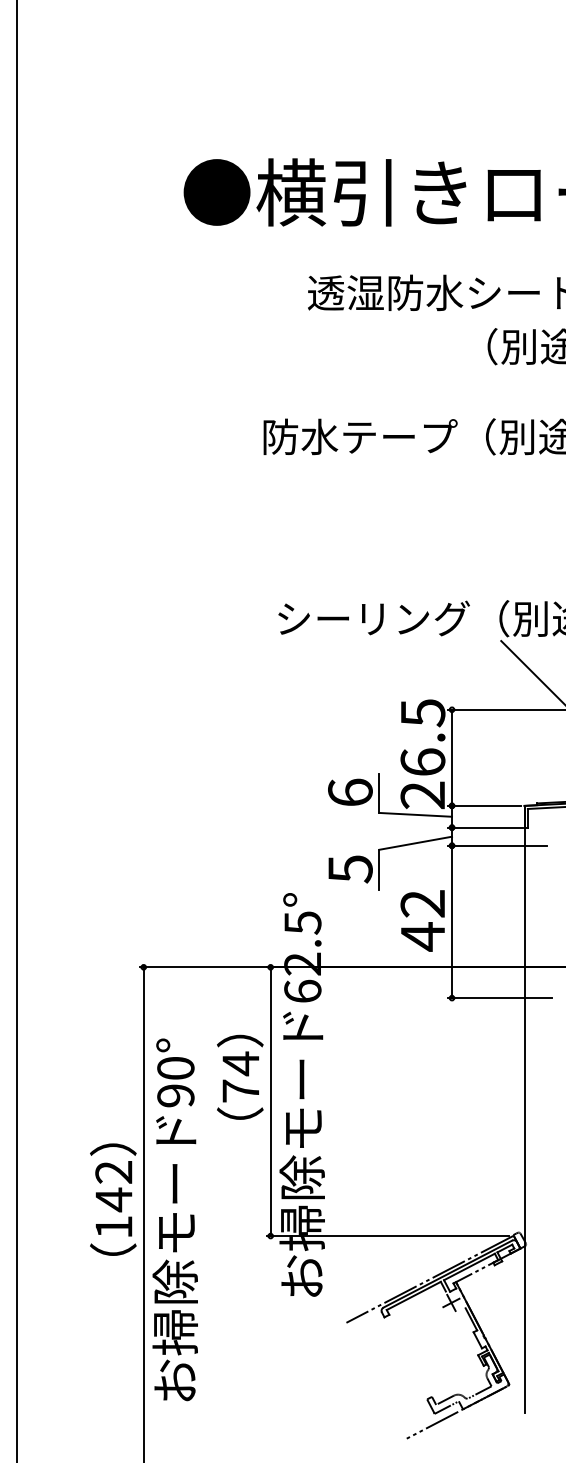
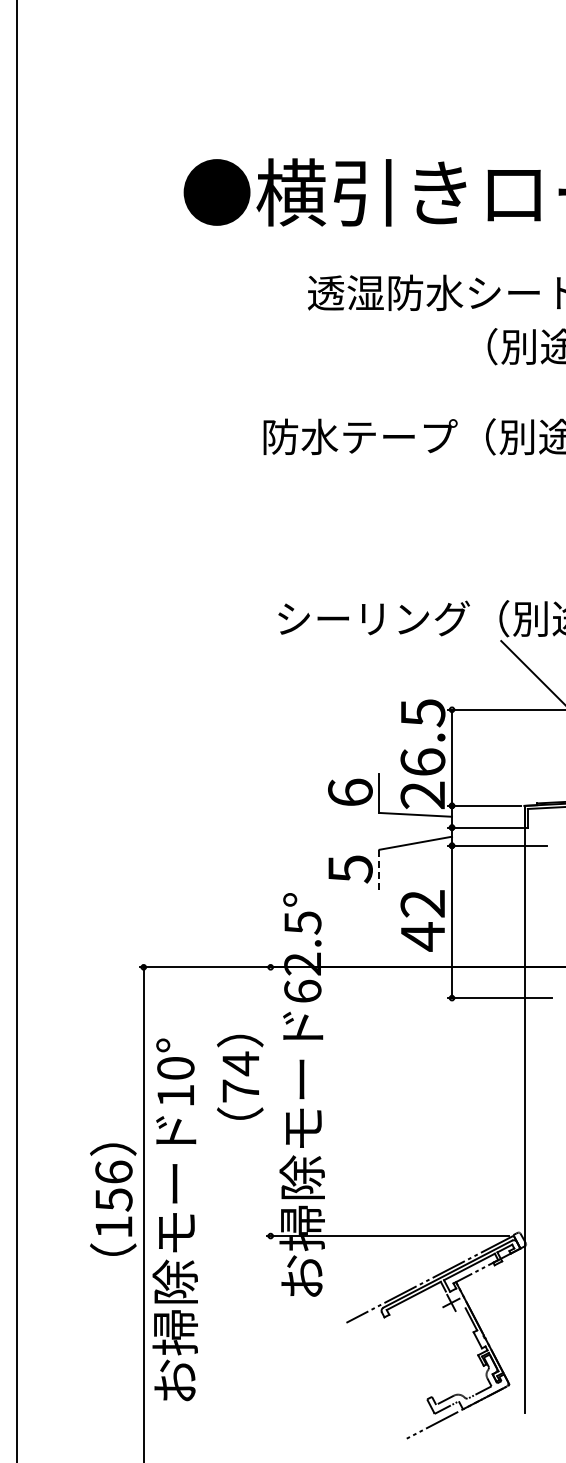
line at (379, 869): solid -> dashed
text at (175, 1095): 90° -> 10°
line at (270, 1101): present -> none
text at (113, 1186): 142 -> 156
